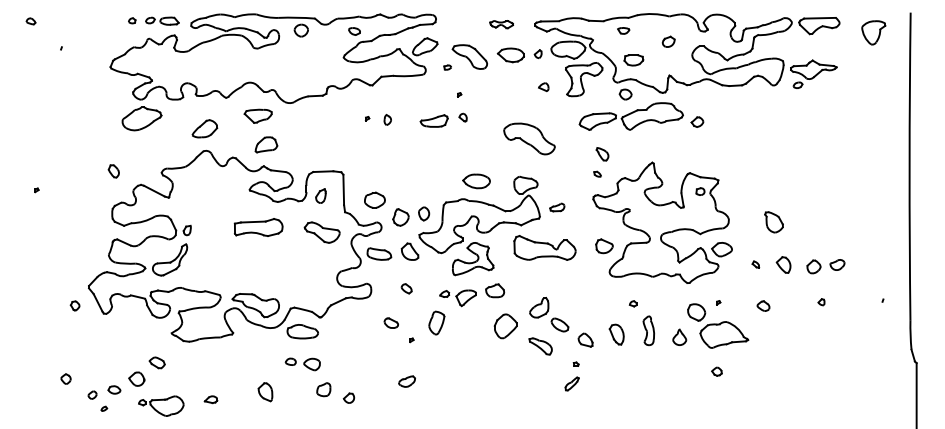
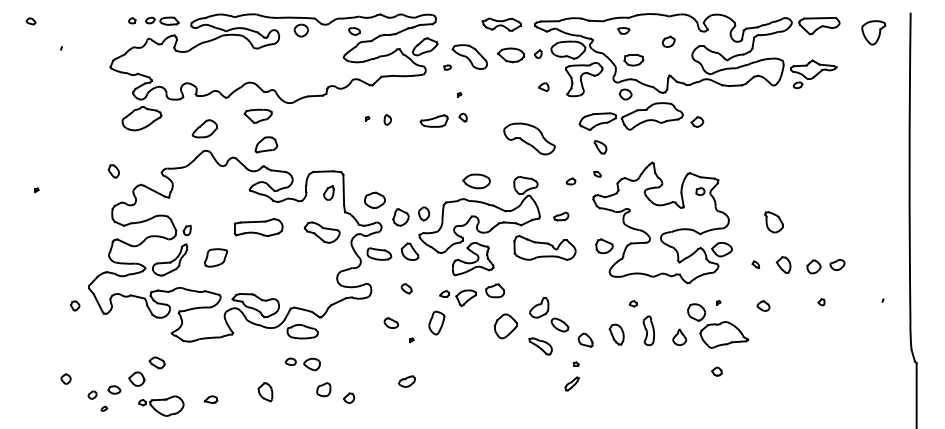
part at (501, 24) size: 25x10 px -> 41x15 px
part at (602, 154) position: (602, 154) -> (600, 147)
part at (570, 181): none -> present
part at (320, 195) position: (320, 195) -> (328, 192)
part at (557, 207) position: (557, 207) -> (561, 216)
part at (216, 257): none -> present
